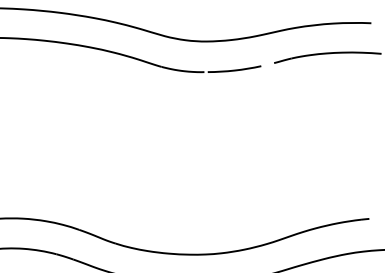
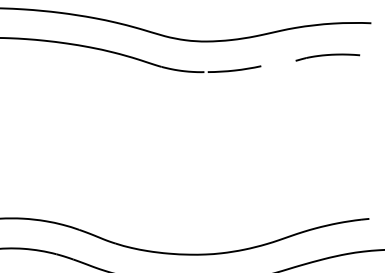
part at (327, 57) size: 108x13 px -> 66x9 px
